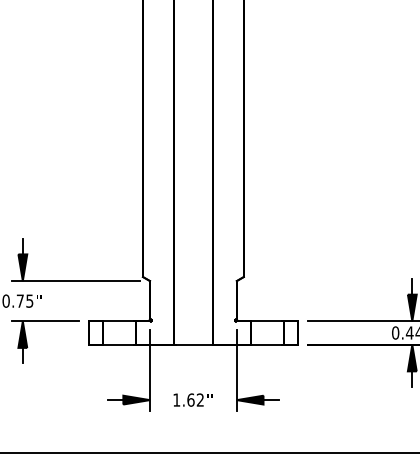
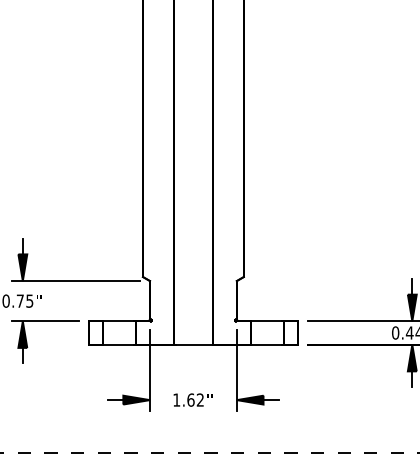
line at (210, 452): solid -> dashed
